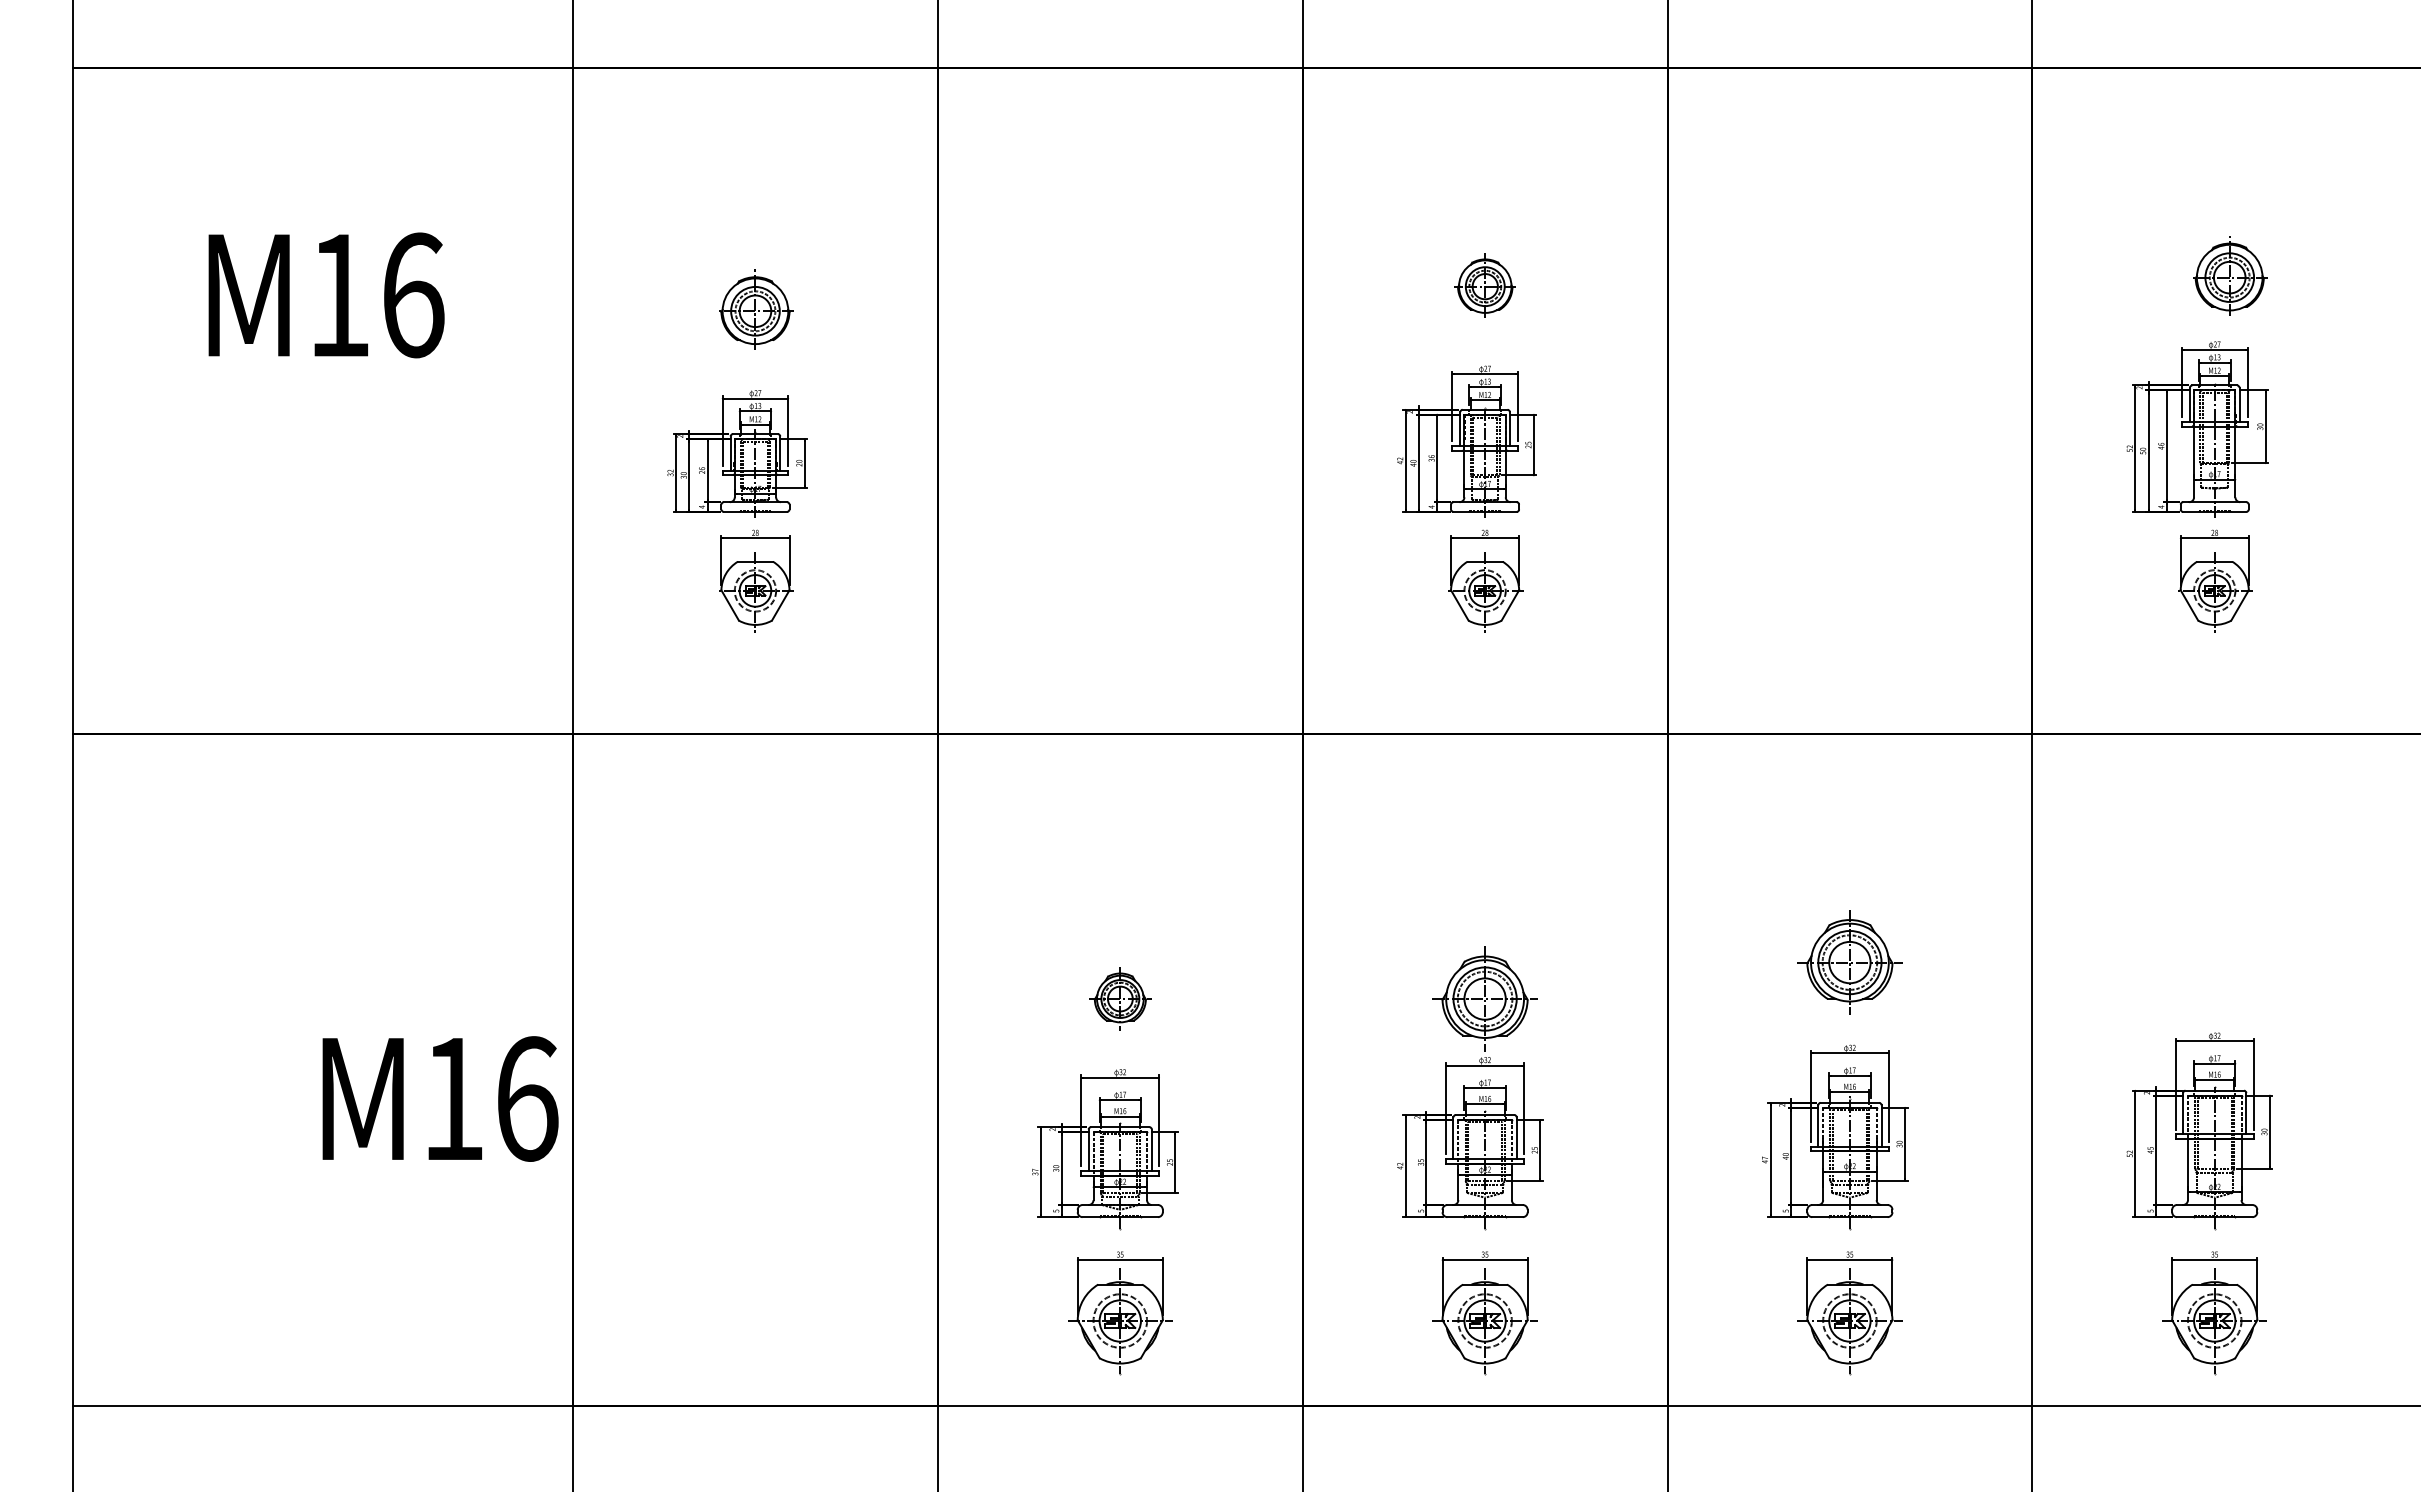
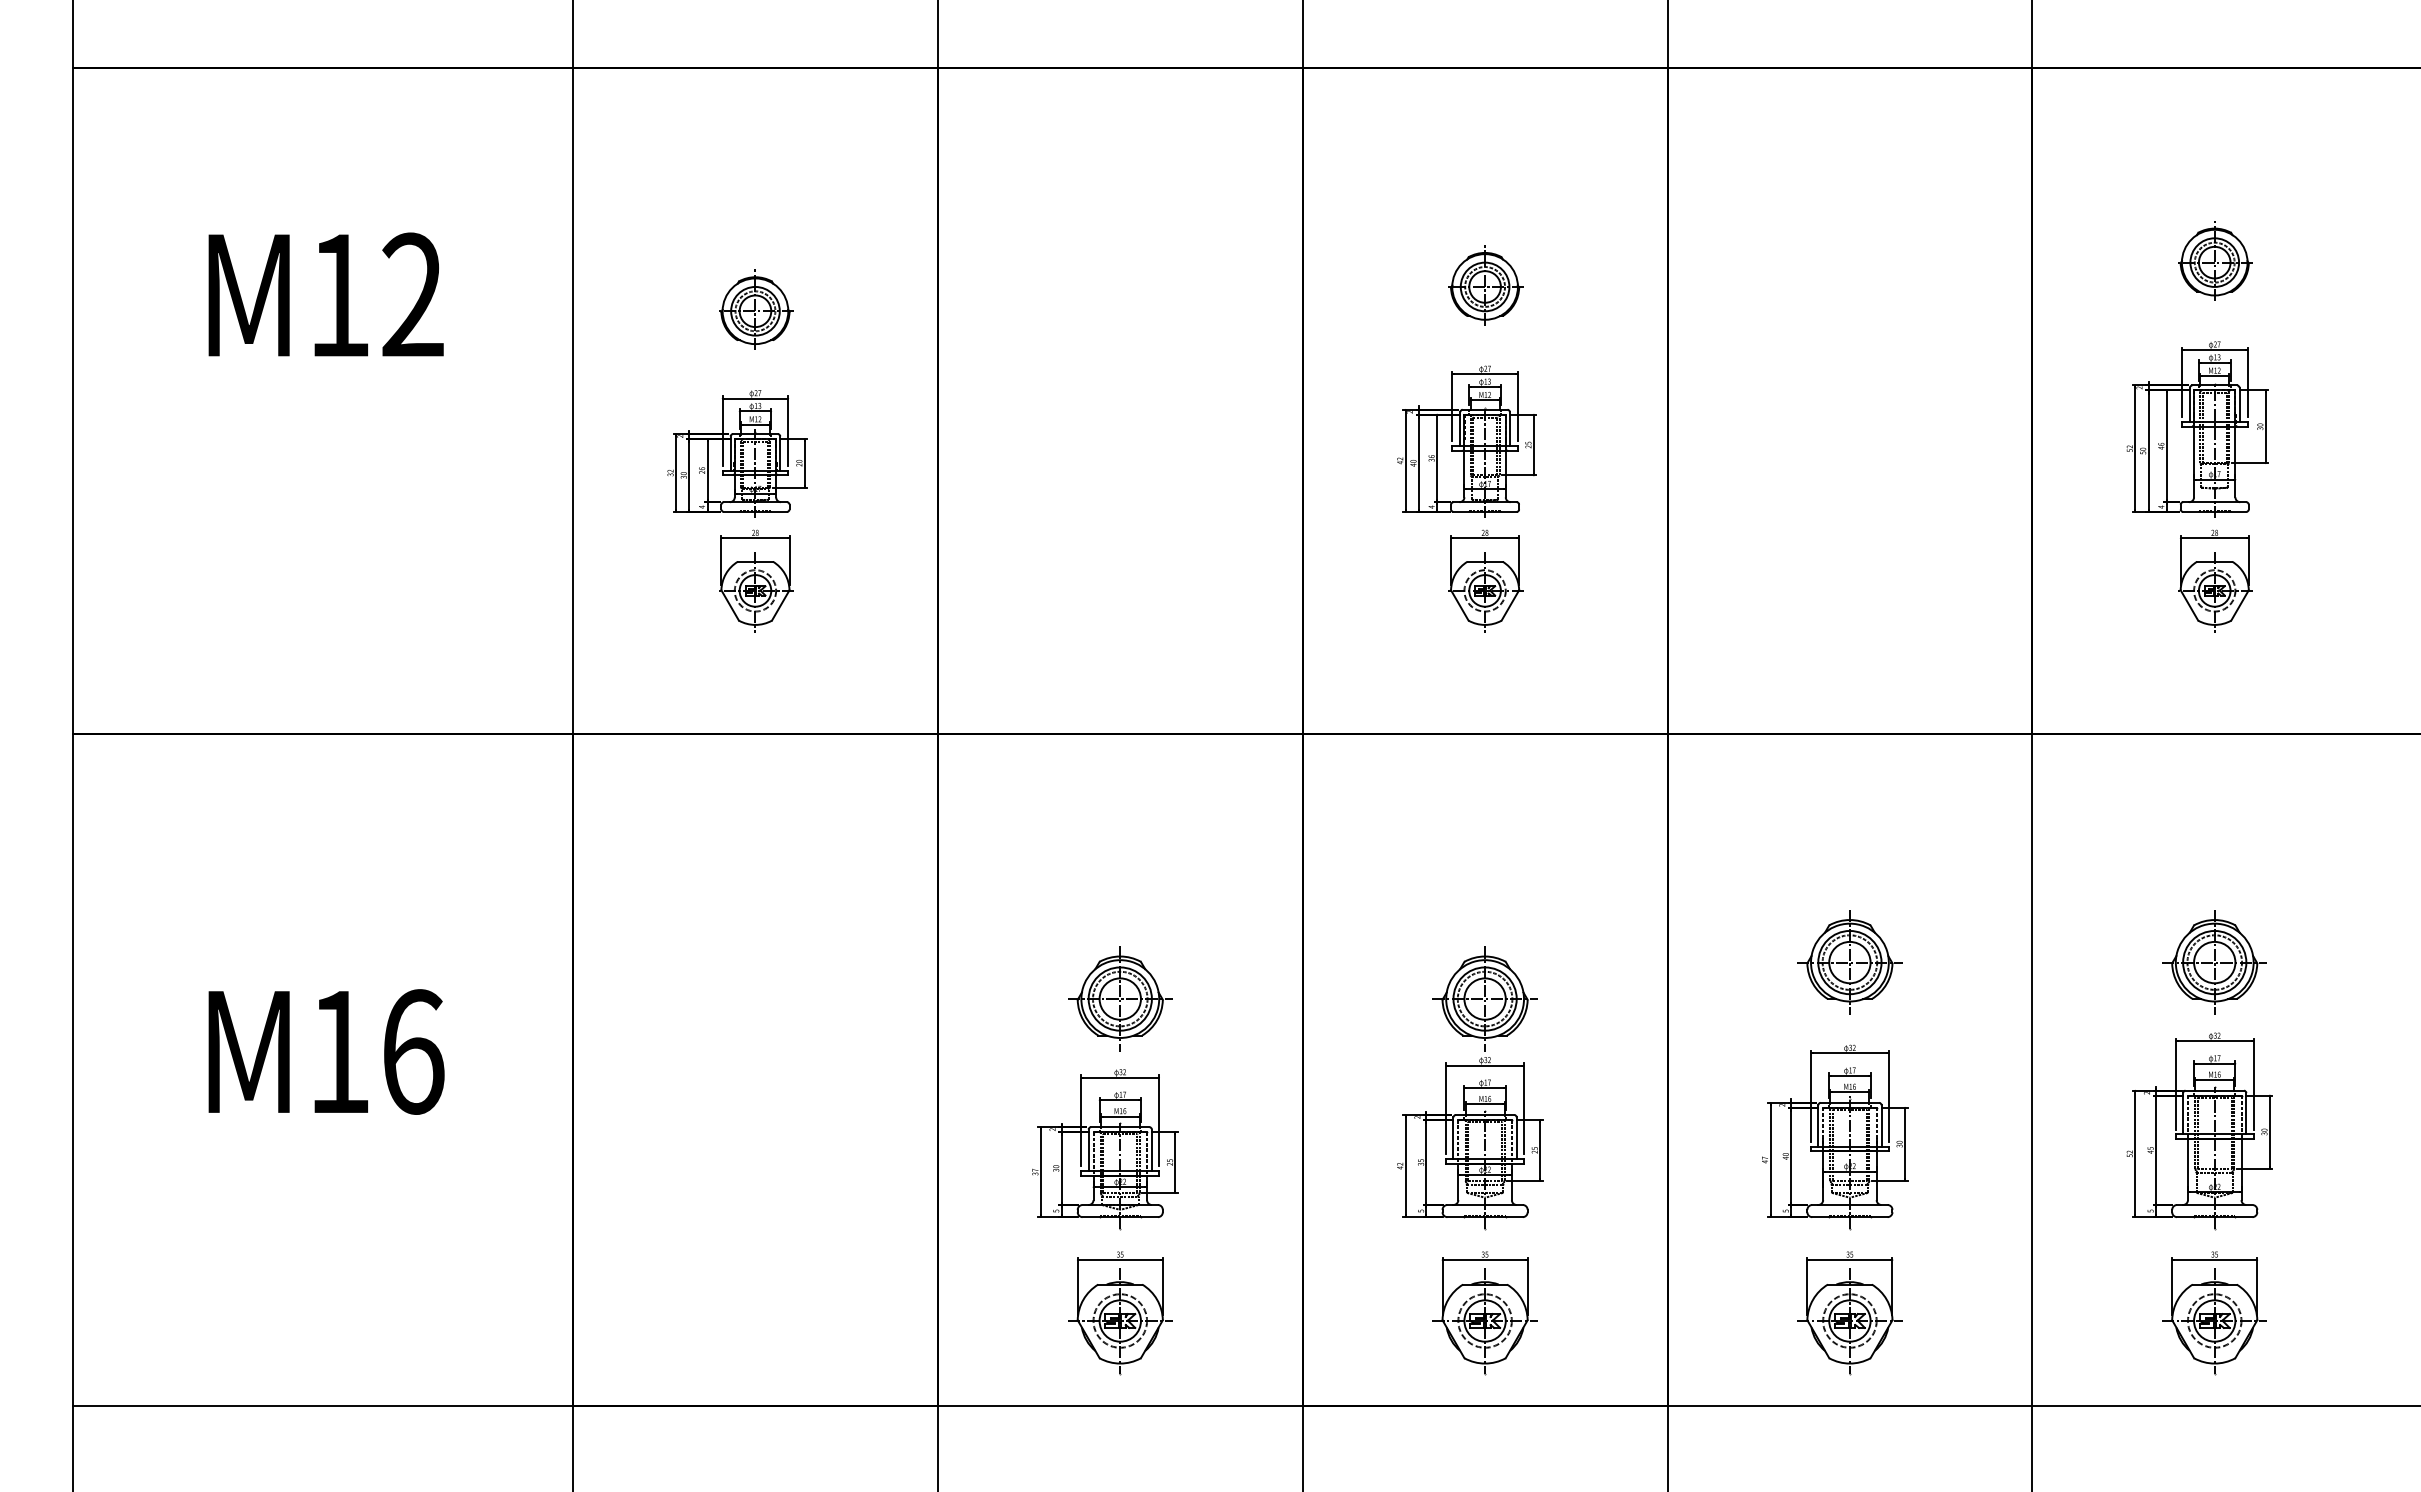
part at (2230, 275) position: (2230, 275) -> (2215, 260)
part at (1484, 285) size: 62x65 px -> 76x81 px
text at (413, 295): M16 -> M12
part at (2214, 962): none -> present
part at (1120, 998) size: 63x64 px -> 105x106 px
text at (440, 1098) position: (440, 1098) -> (326, 1051)
